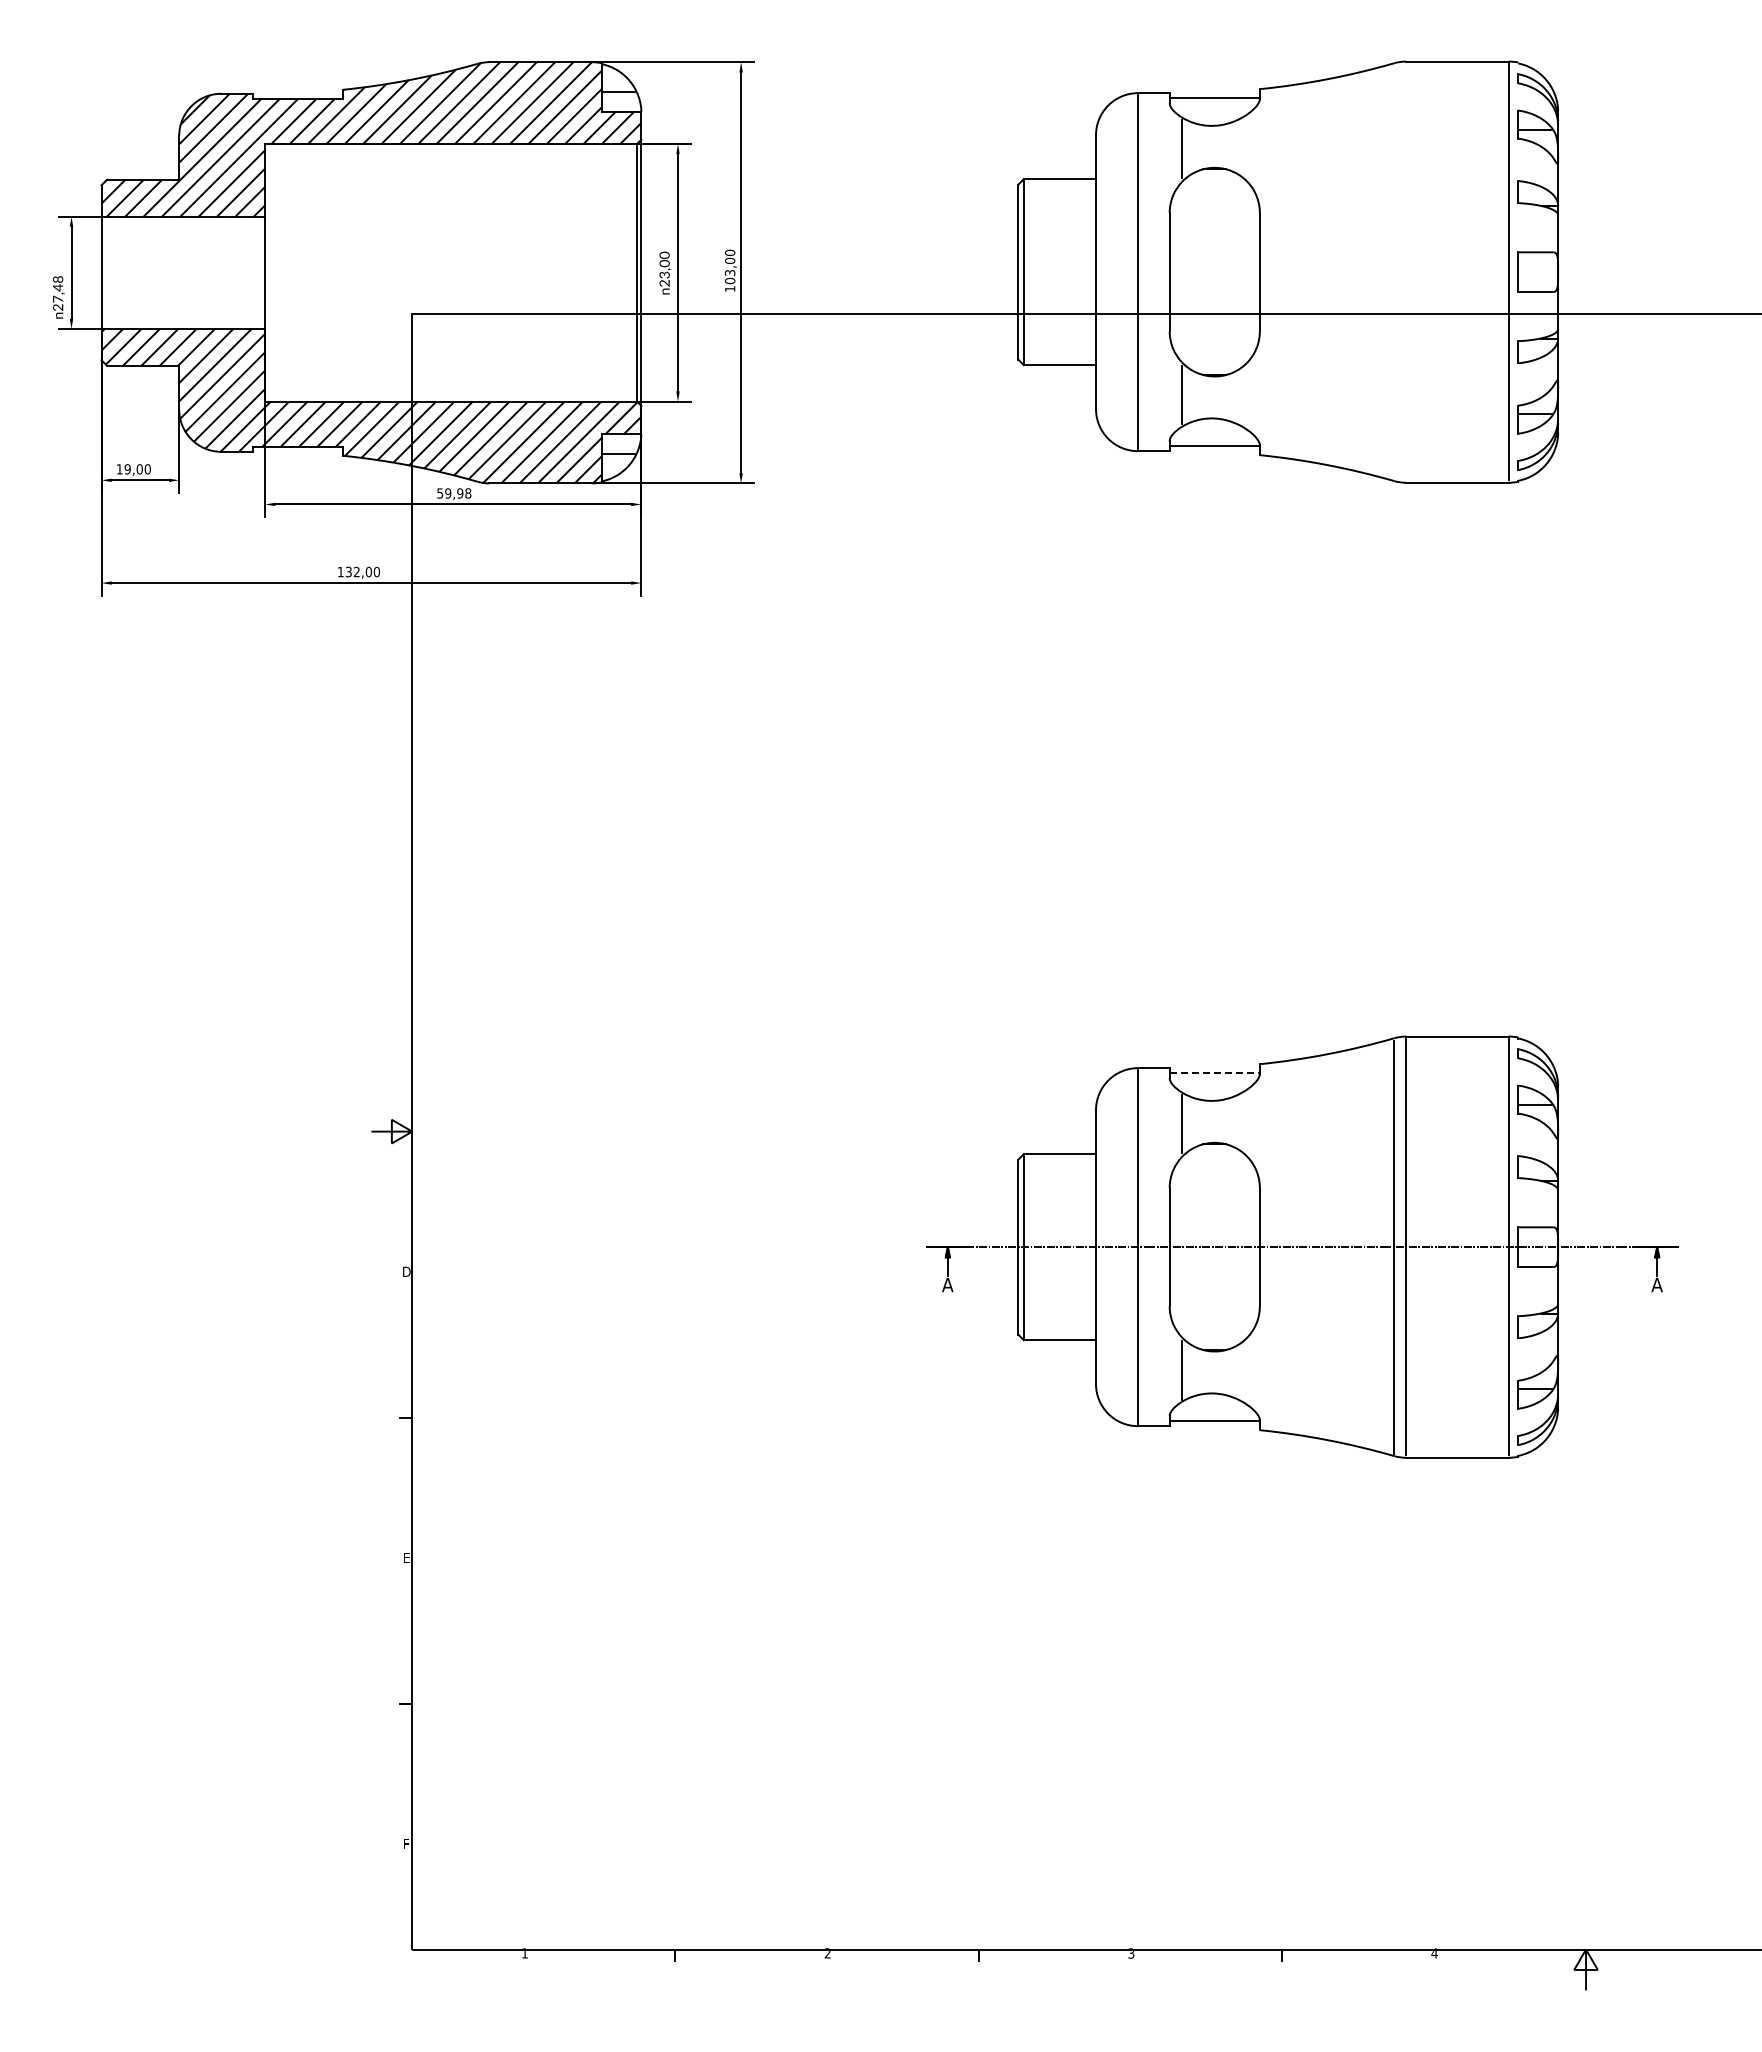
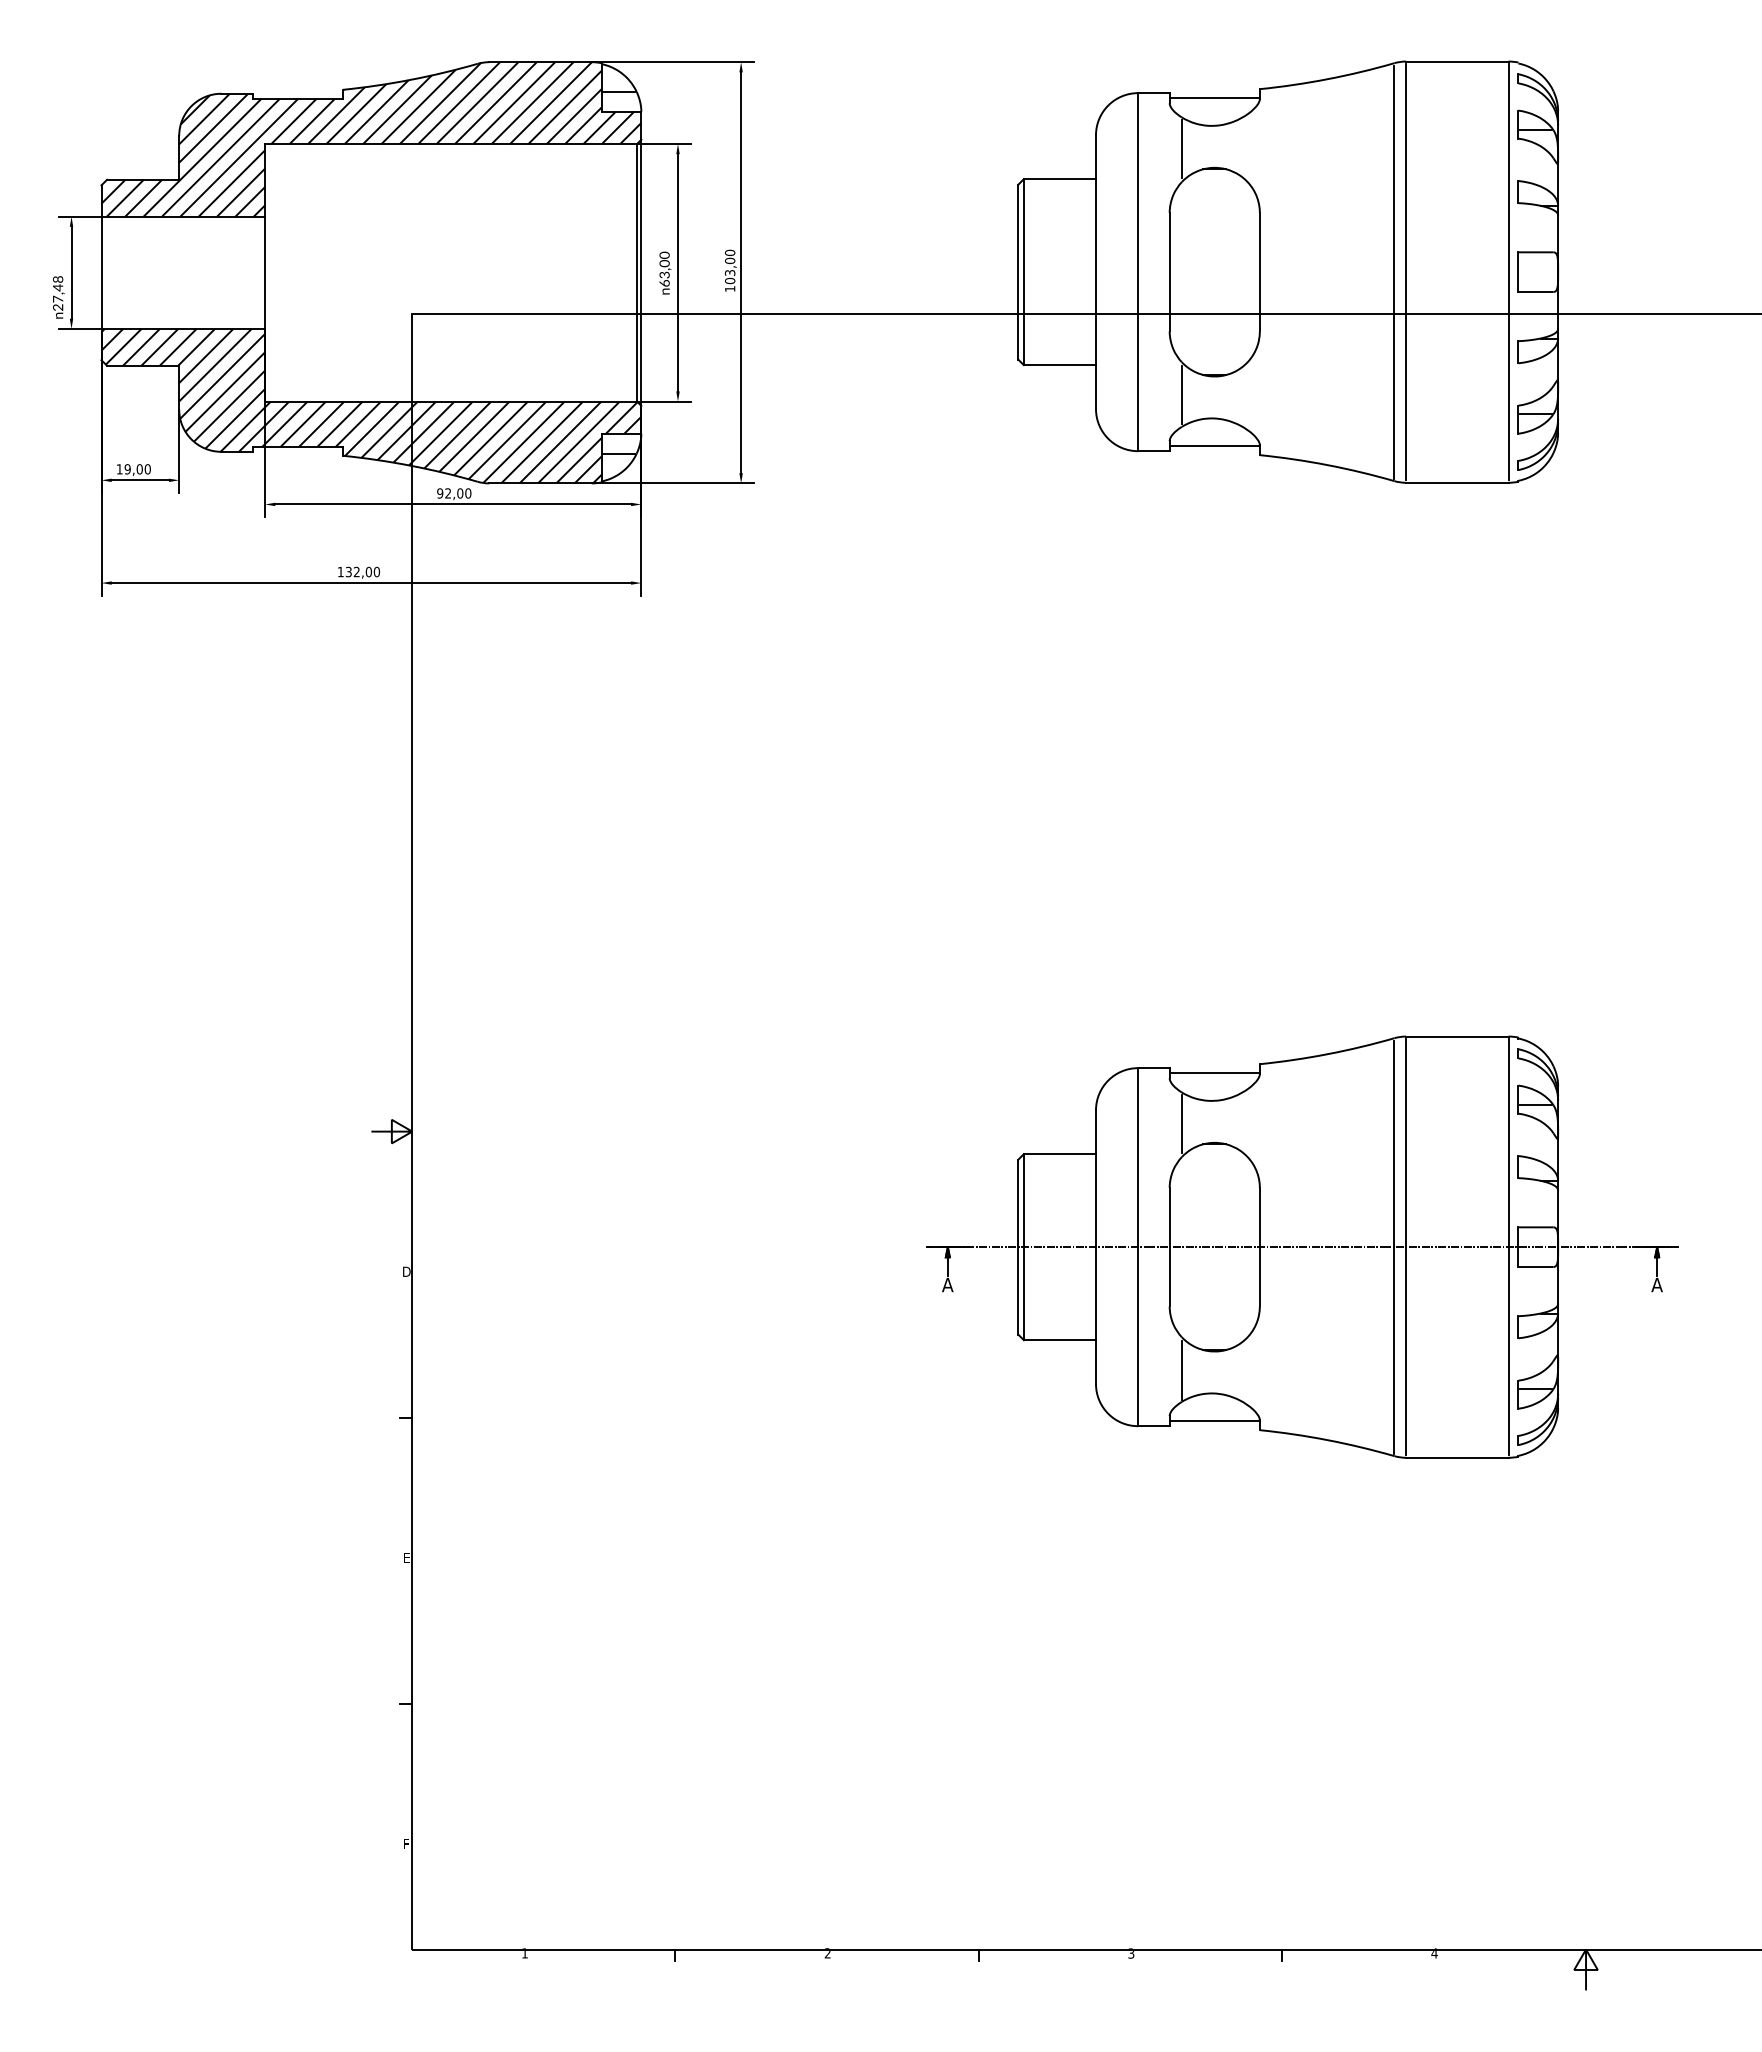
line at (1394, 271): none -> present
line at (1406, 272): none -> present
text at (664, 283): 23,00 -> 63,00
text at (454, 493): 59,98 -> 92,00
line at (1215, 1073): dashed -> solid
